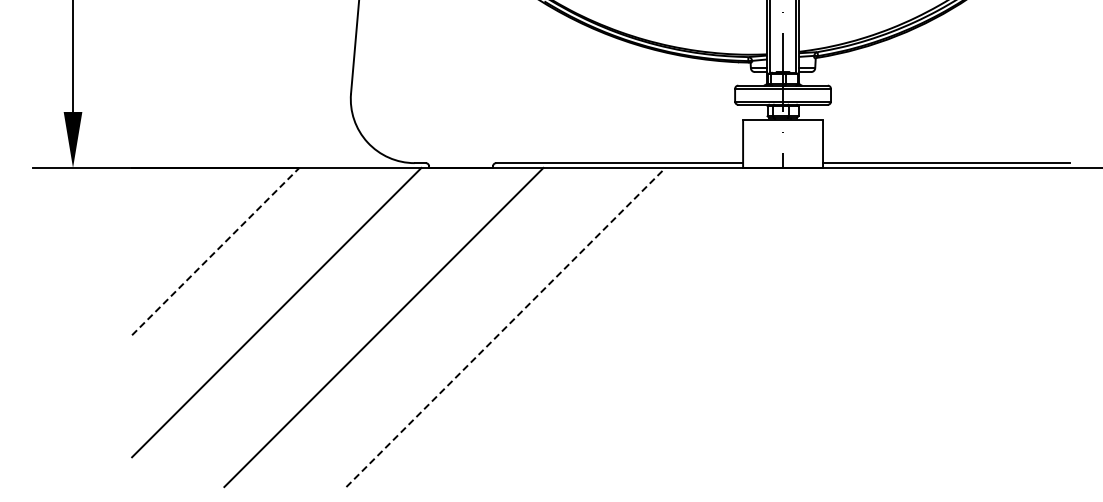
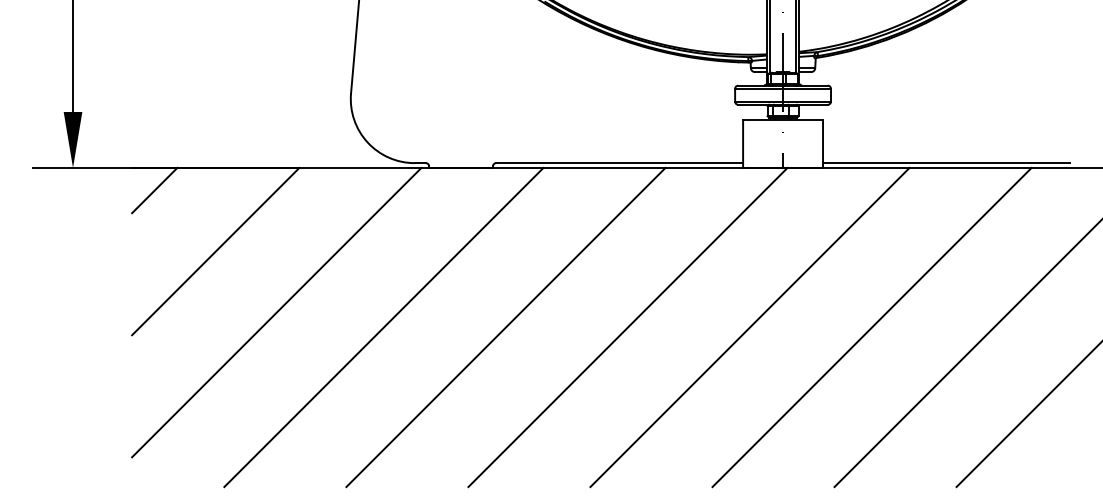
line at (154, 190): none -> present
line at (216, 251): dashed -> solid
line at (505, 327): dashed -> solid
line at (627, 327): none -> present
line at (749, 327): none -> present
line at (871, 327): none -> present
line at (966, 354): none -> present
line at (1027, 415): none -> present
